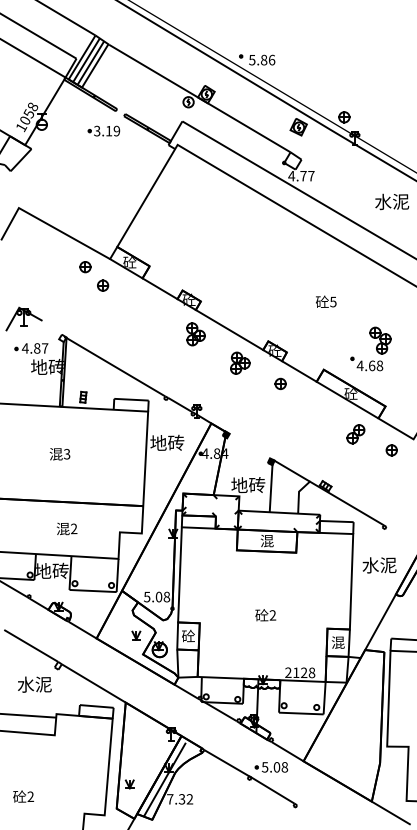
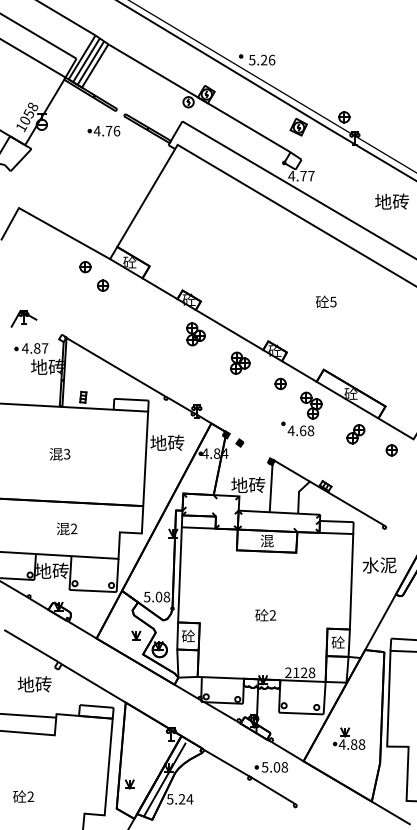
text at (264, 59): 5.86 -> 5.26
text at (106, 130): 3.19 -> 4.76
text at (392, 201): 水泥 -> 地砖
part at (23, 318) size: 38x26 px -> 28x19 px
part at (370, 348) position: (370, 348) -> (301, 413)
part at (239, 442): none -> present
text at (337, 642): 混 -> 砼
text at (34, 684): 水泥 -> 地砖
part at (349, 738): none -> present
text at (180, 799): 7.32 -> 5.24
